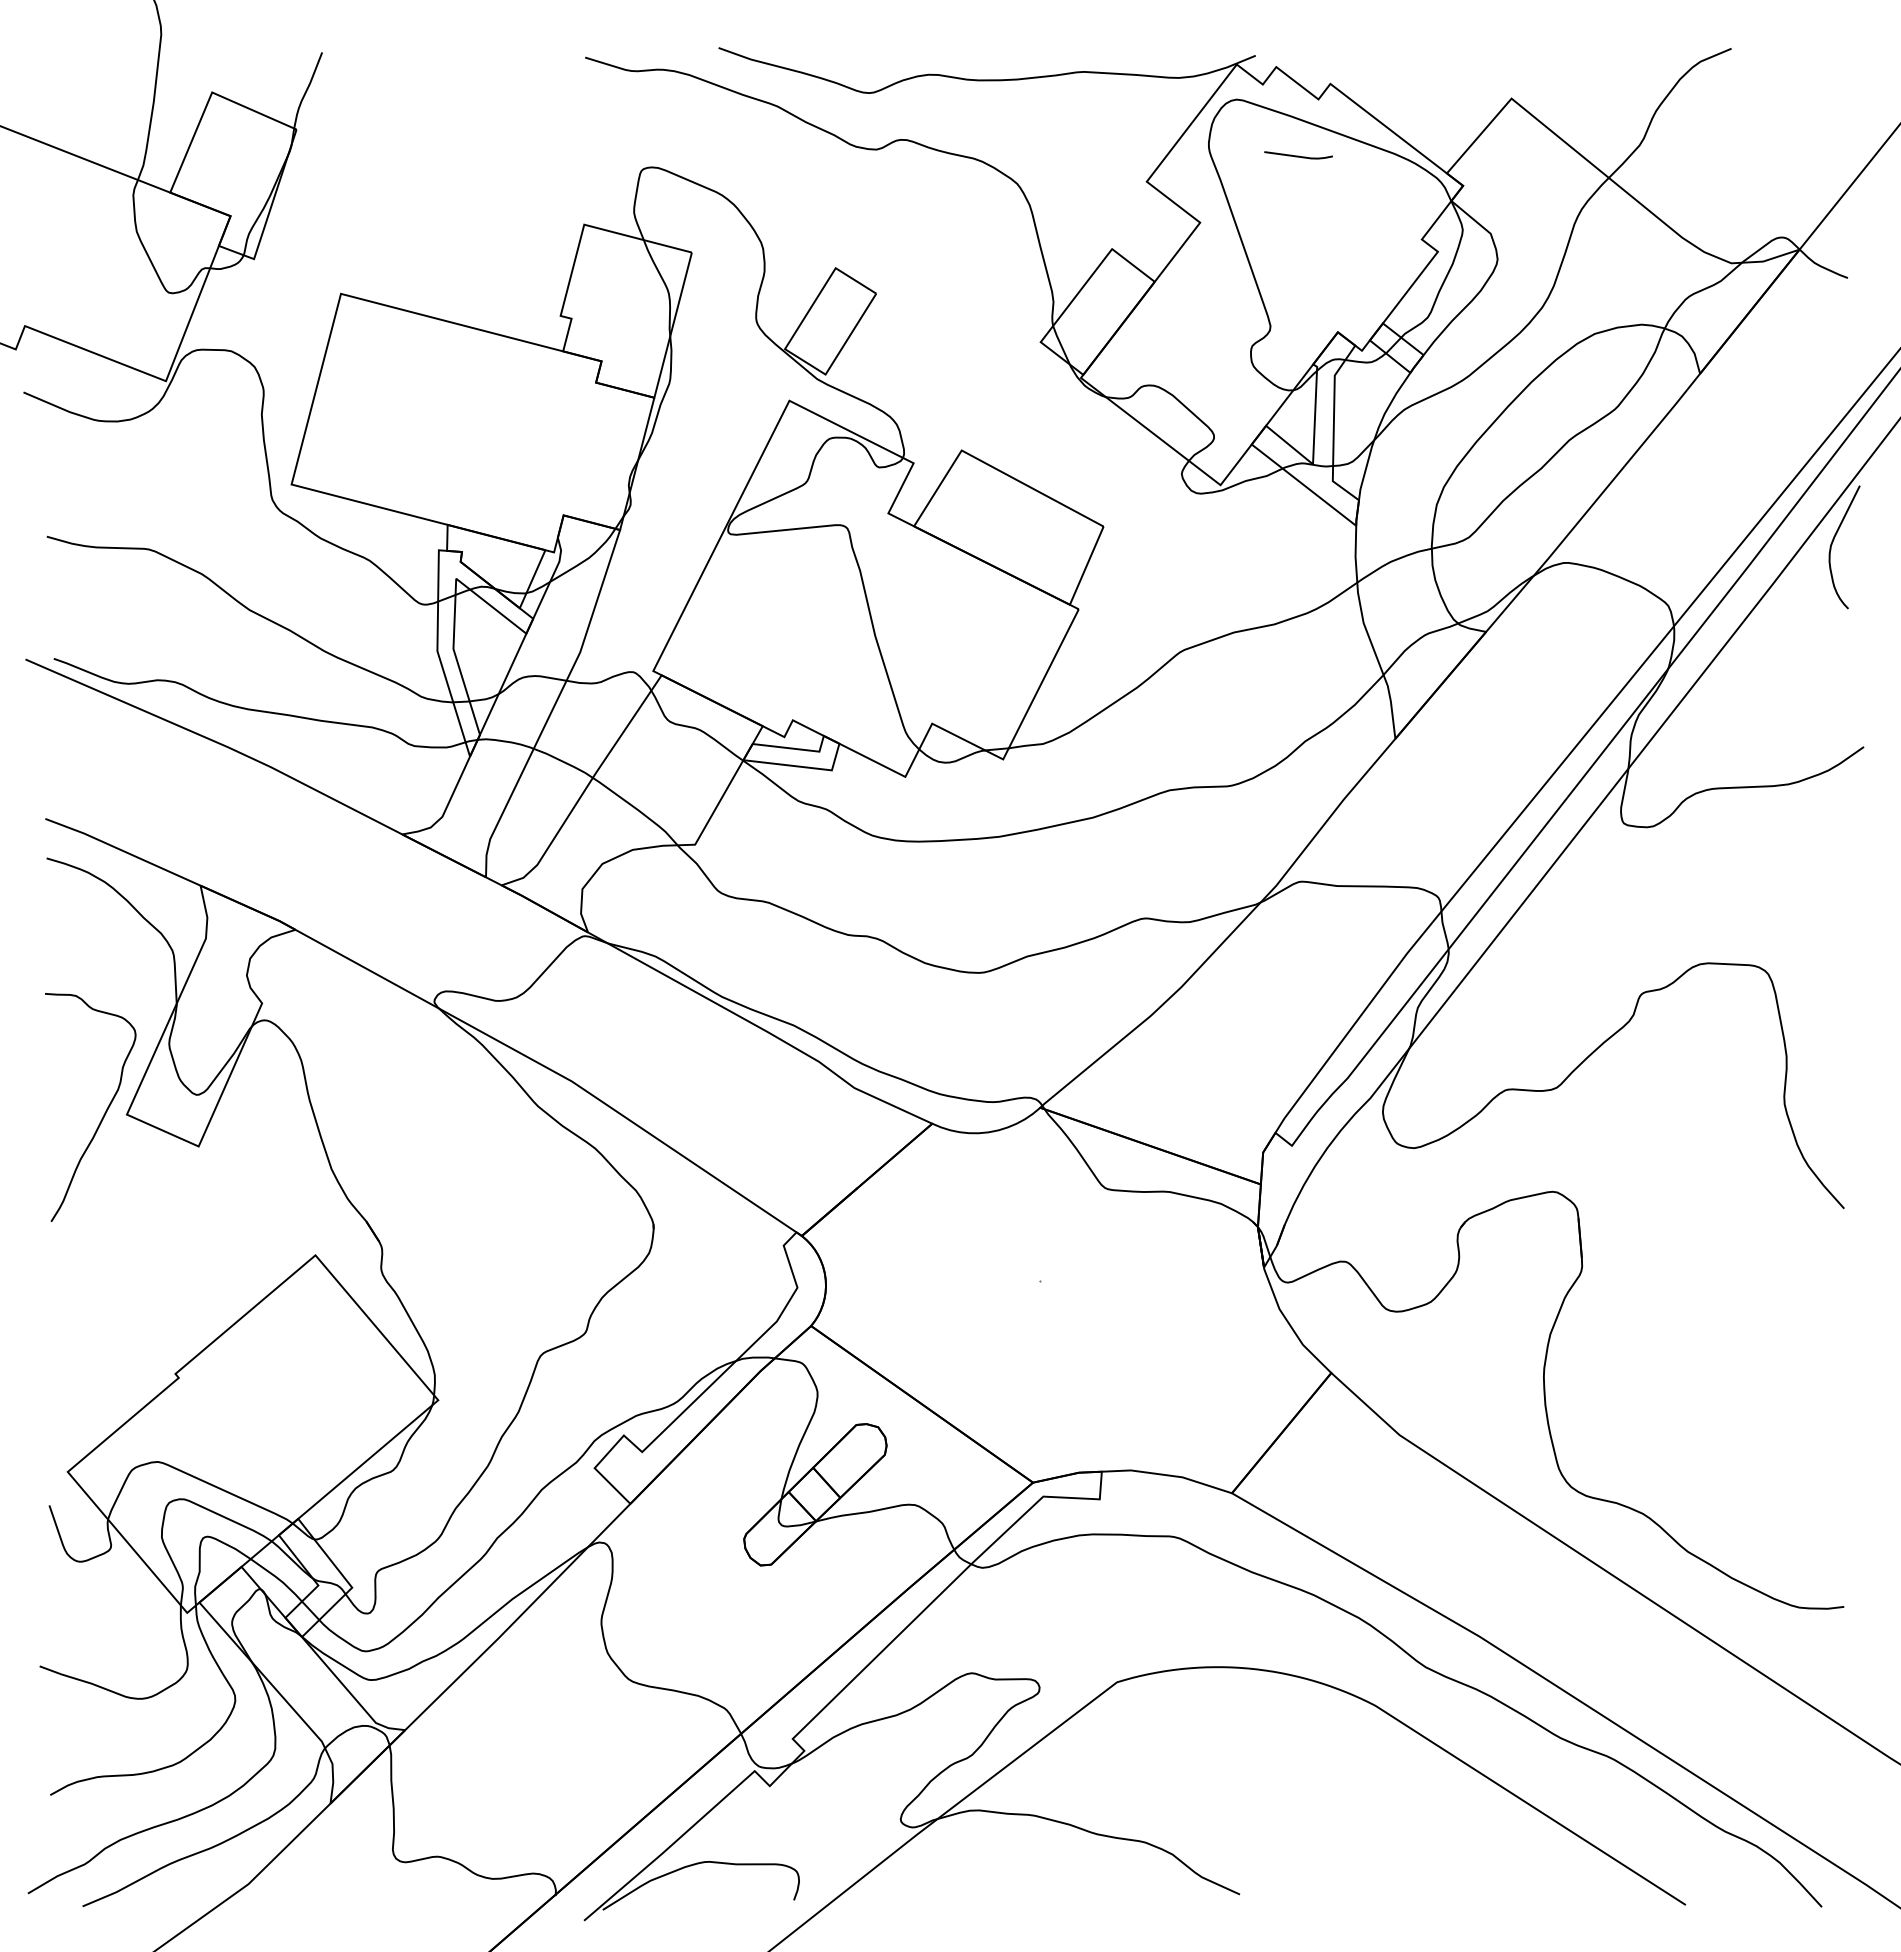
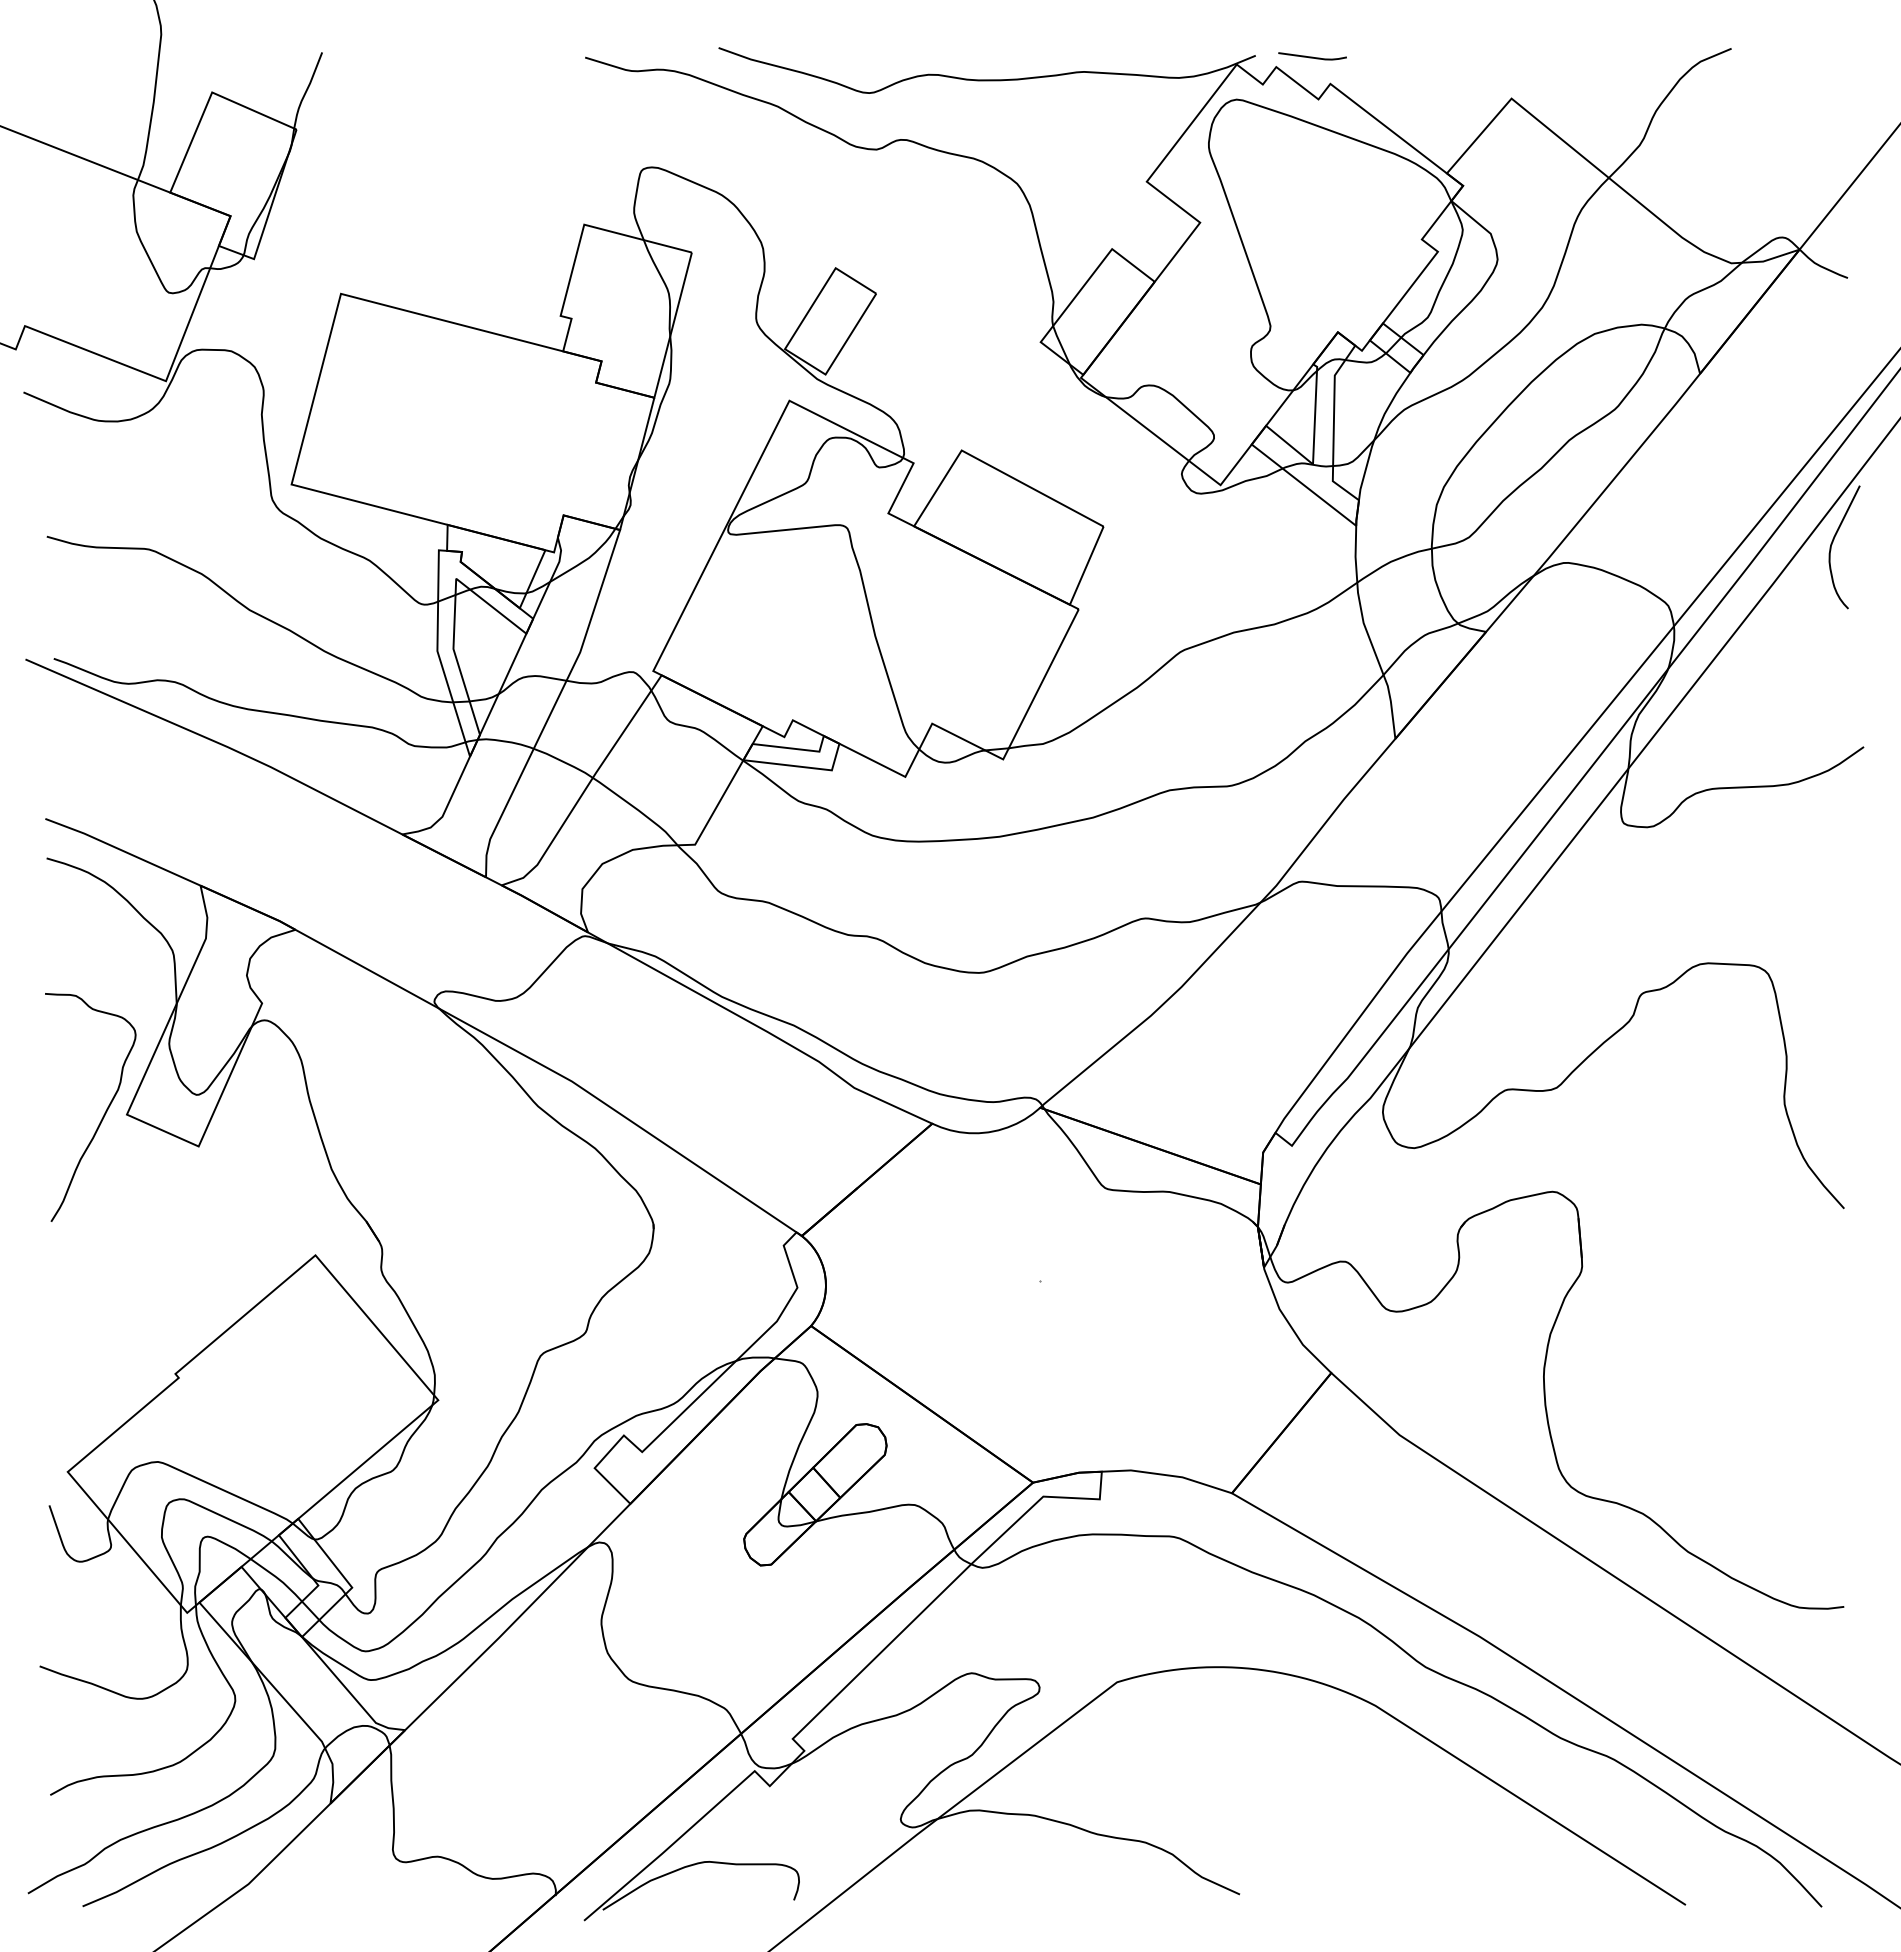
line at (1298, 155) position: (1298, 155) -> (1312, 56)
